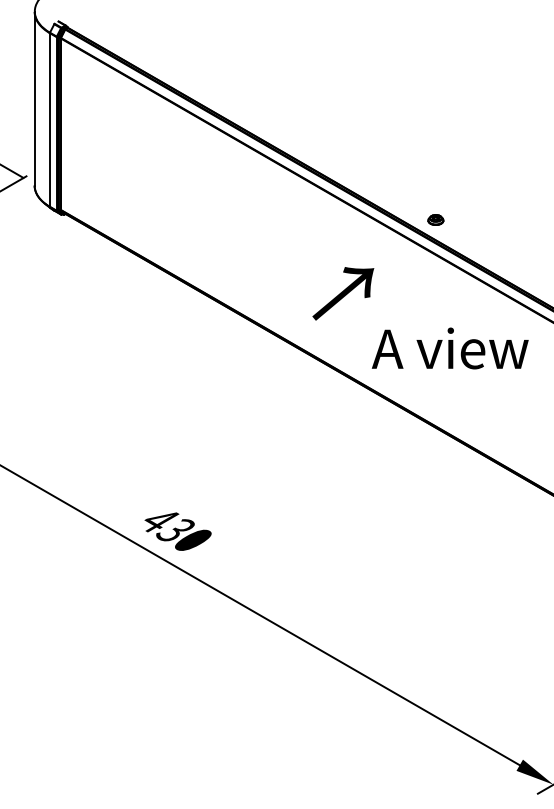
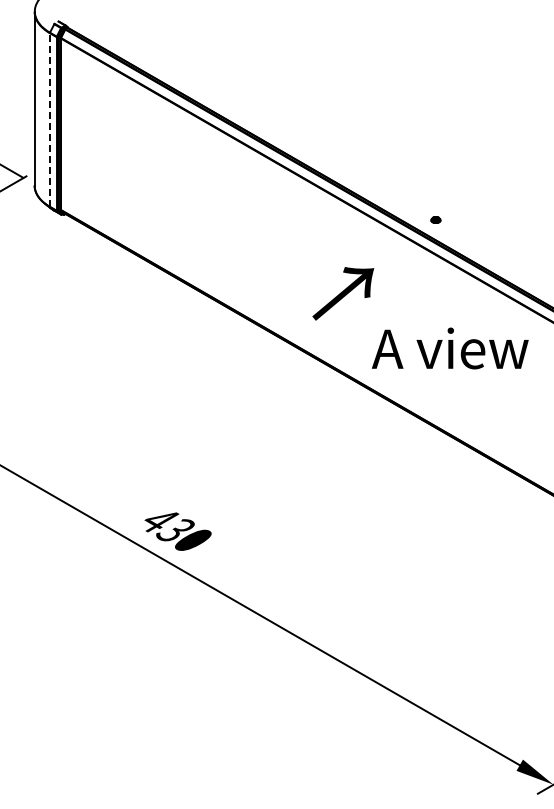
line at (49, 119): solid -> dashed
part at (435, 219) size: 18x12 px -> 12x8 px
